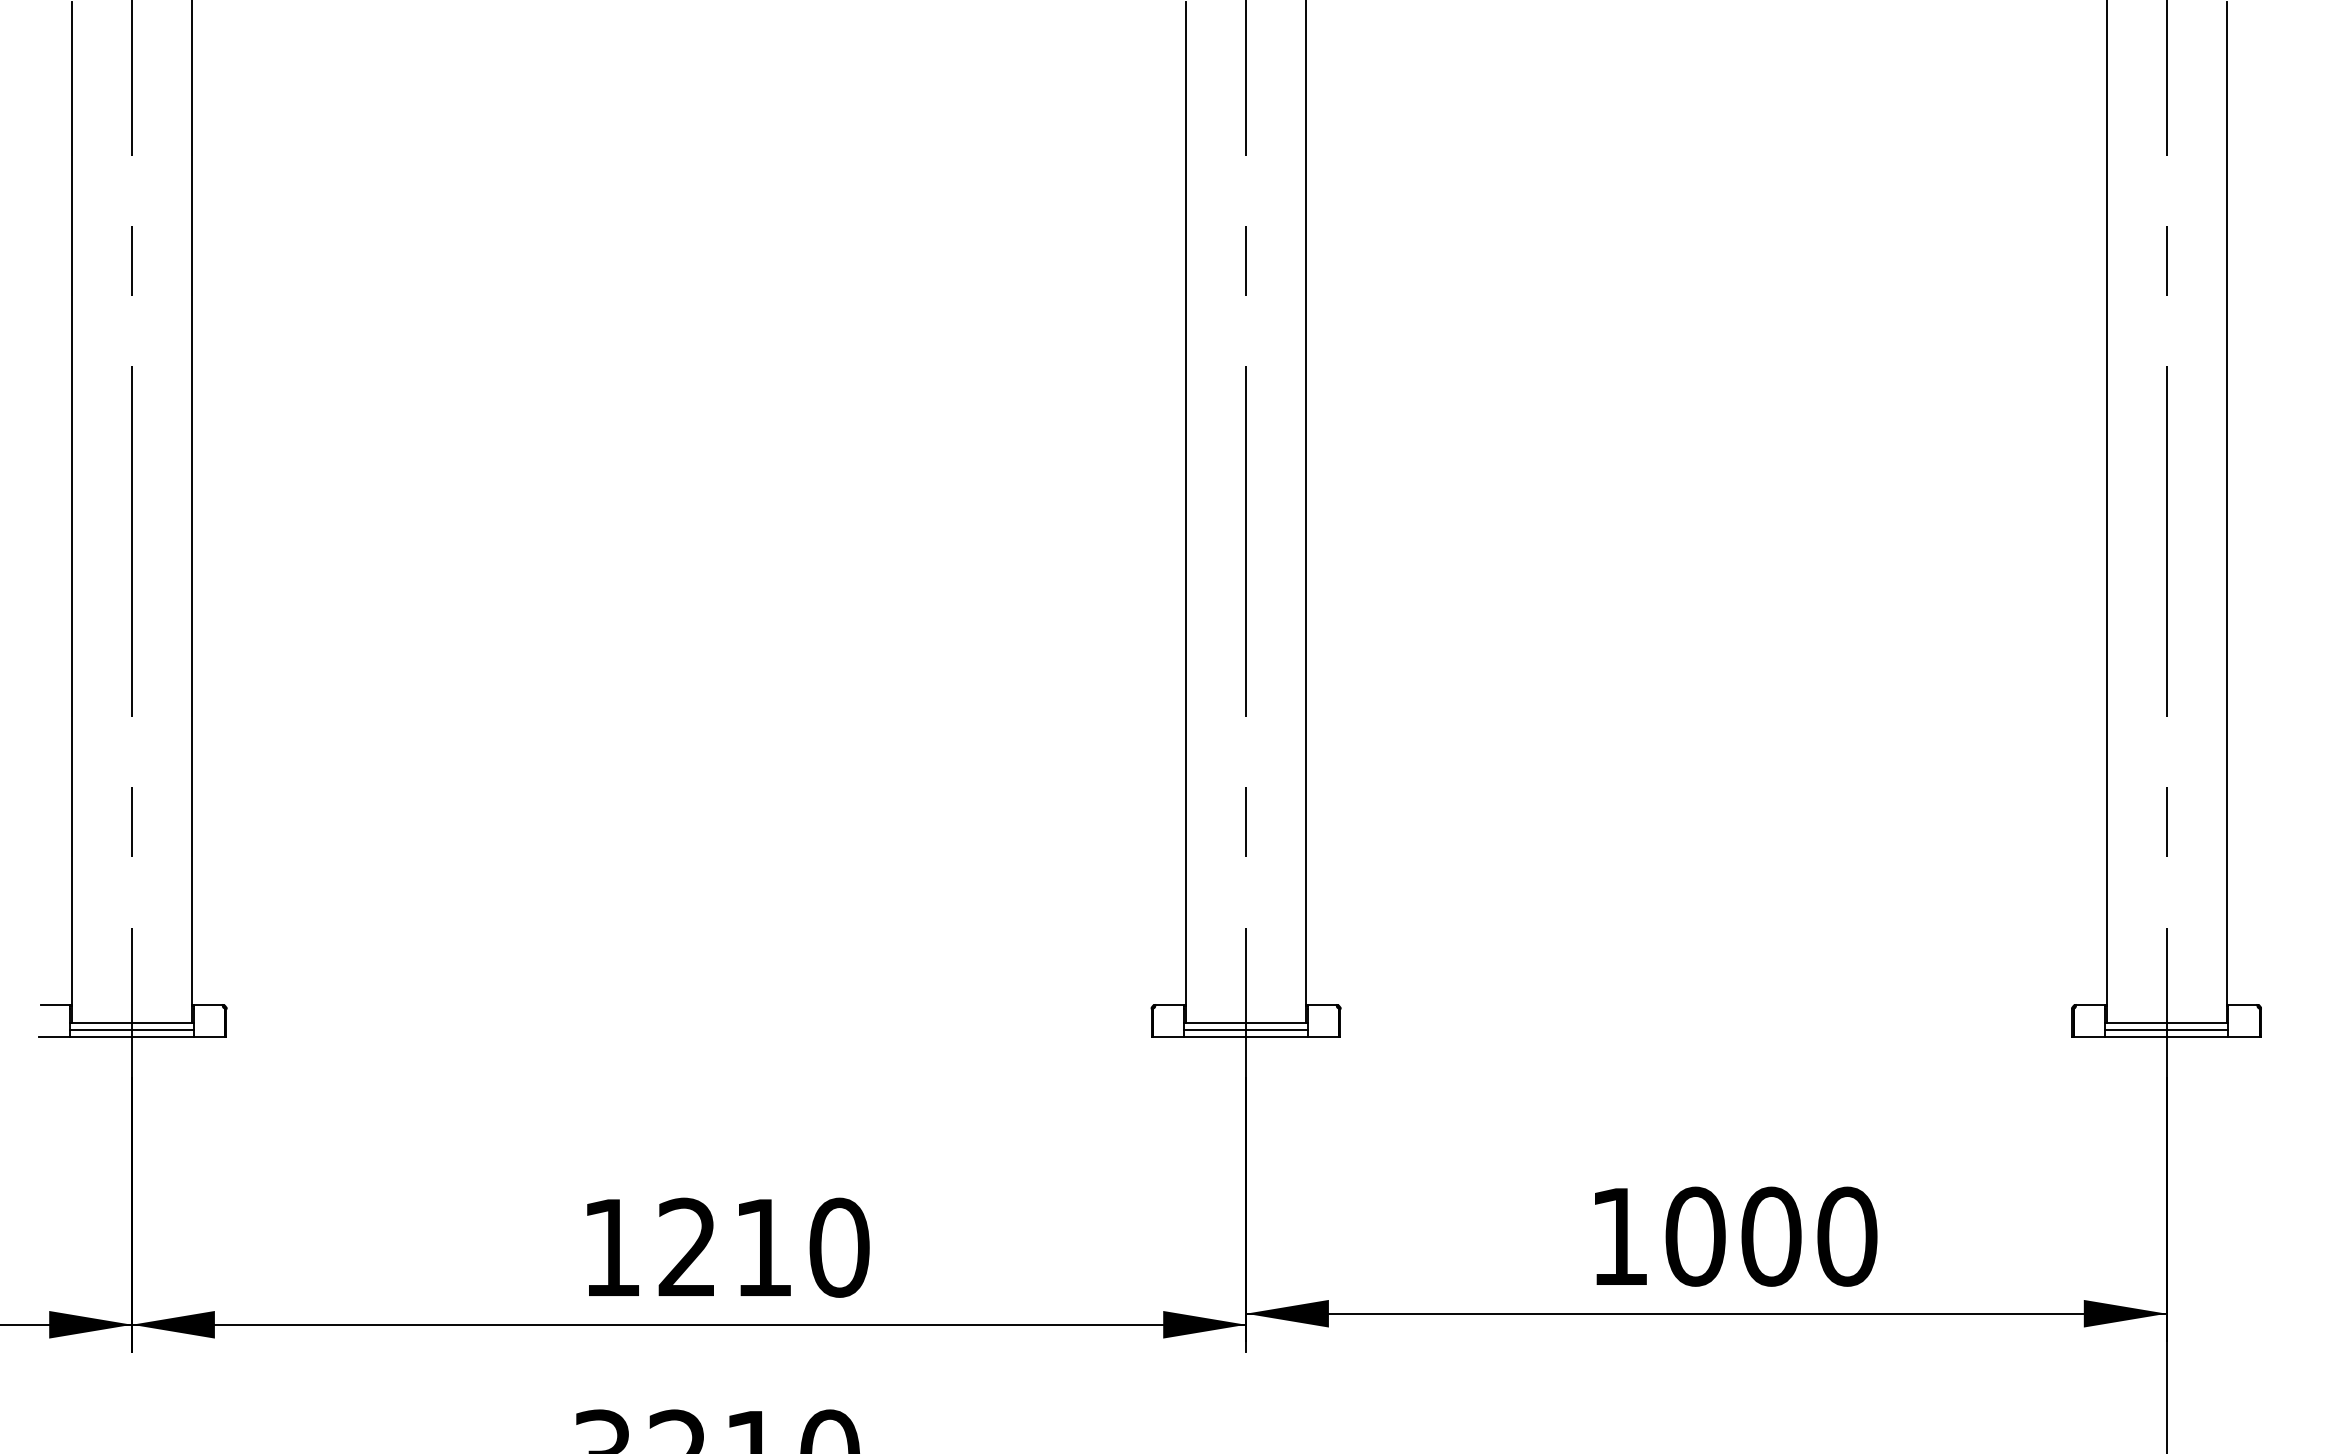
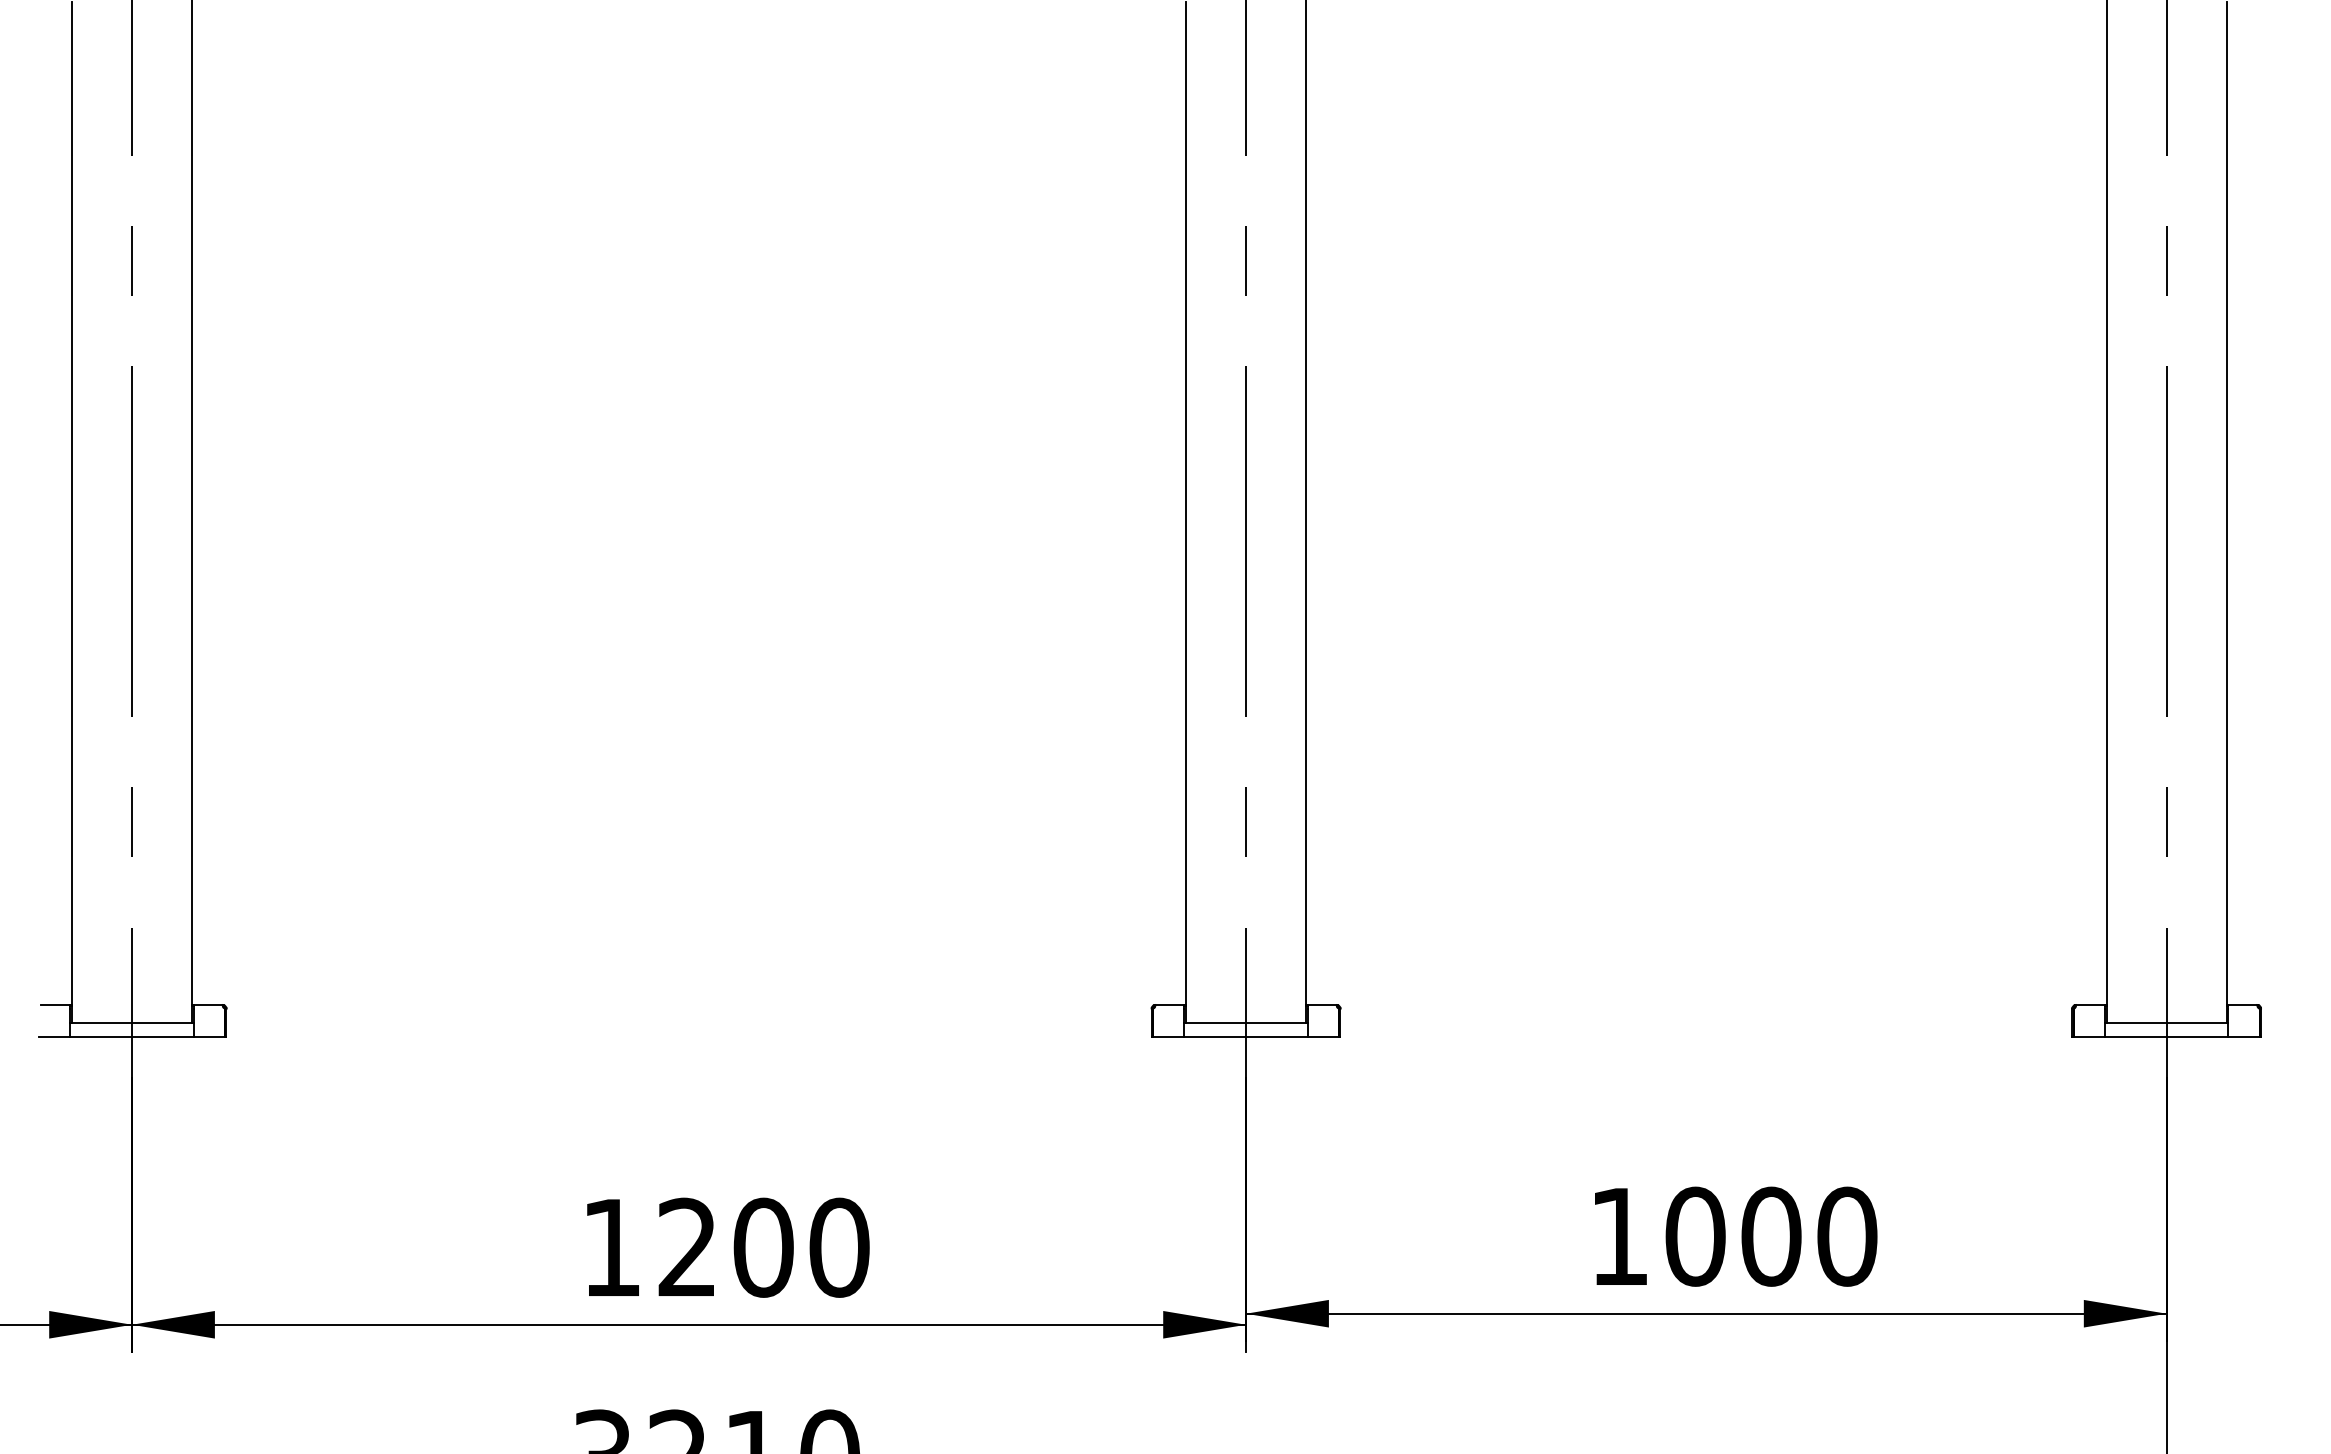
line at (131, 1029): present -> none
line at (1245, 1029): present -> none
line at (2166, 1029): present -> none
text at (763, 1247): 1210 -> 1200
